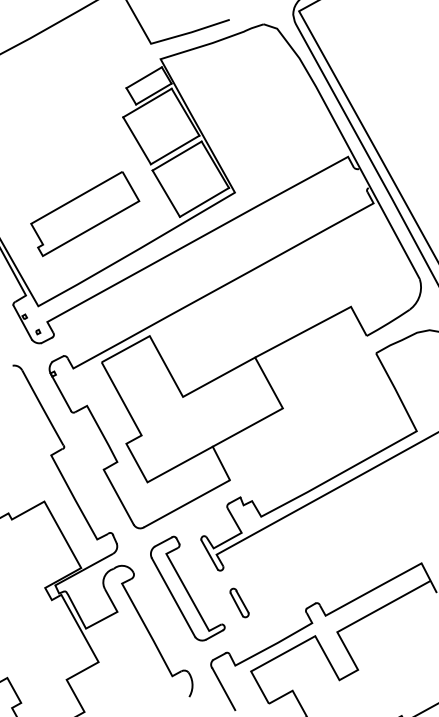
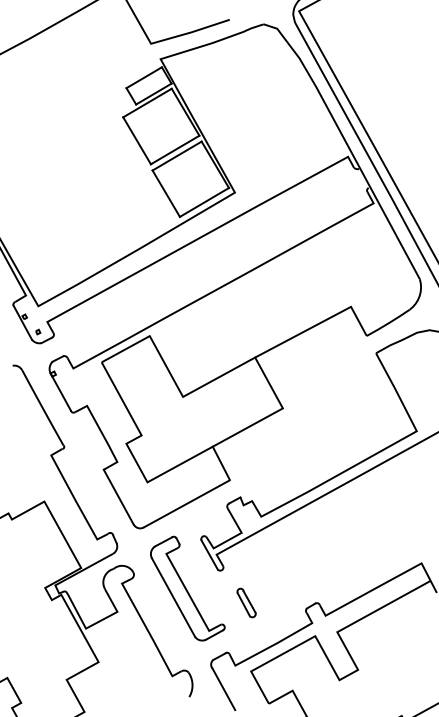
part at (85, 214): present -> none
part at (239, 602) position: (239, 602) -> (246, 602)
